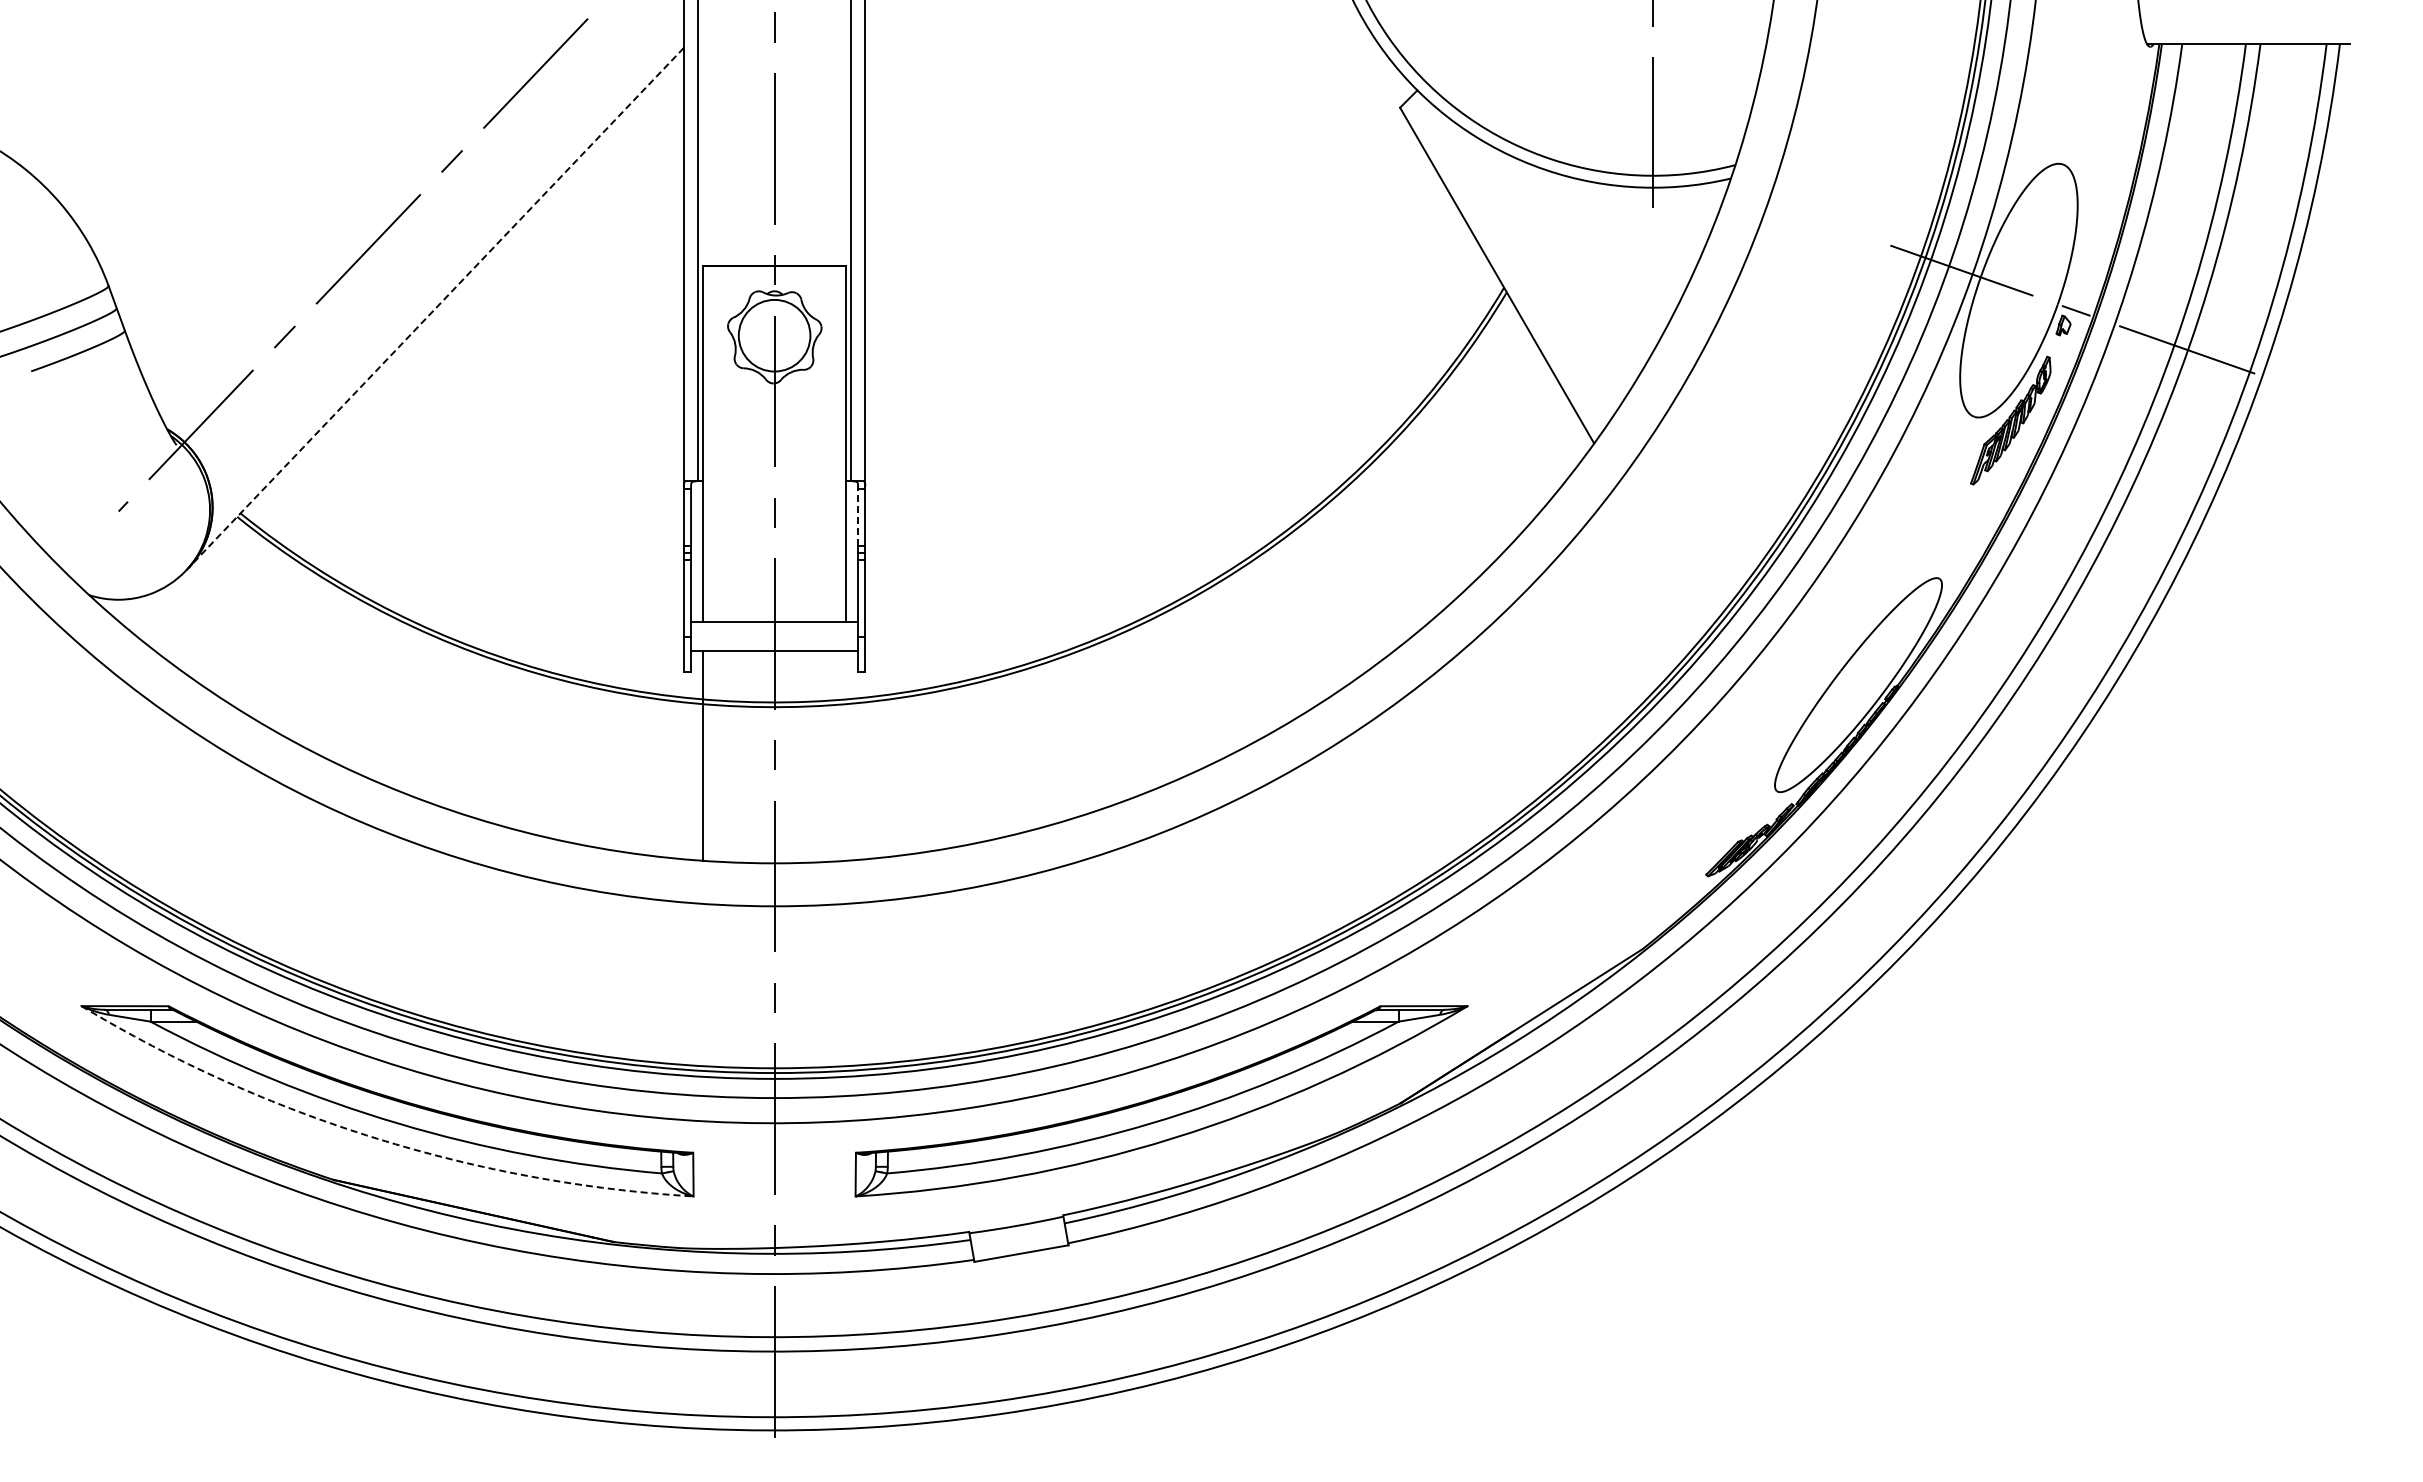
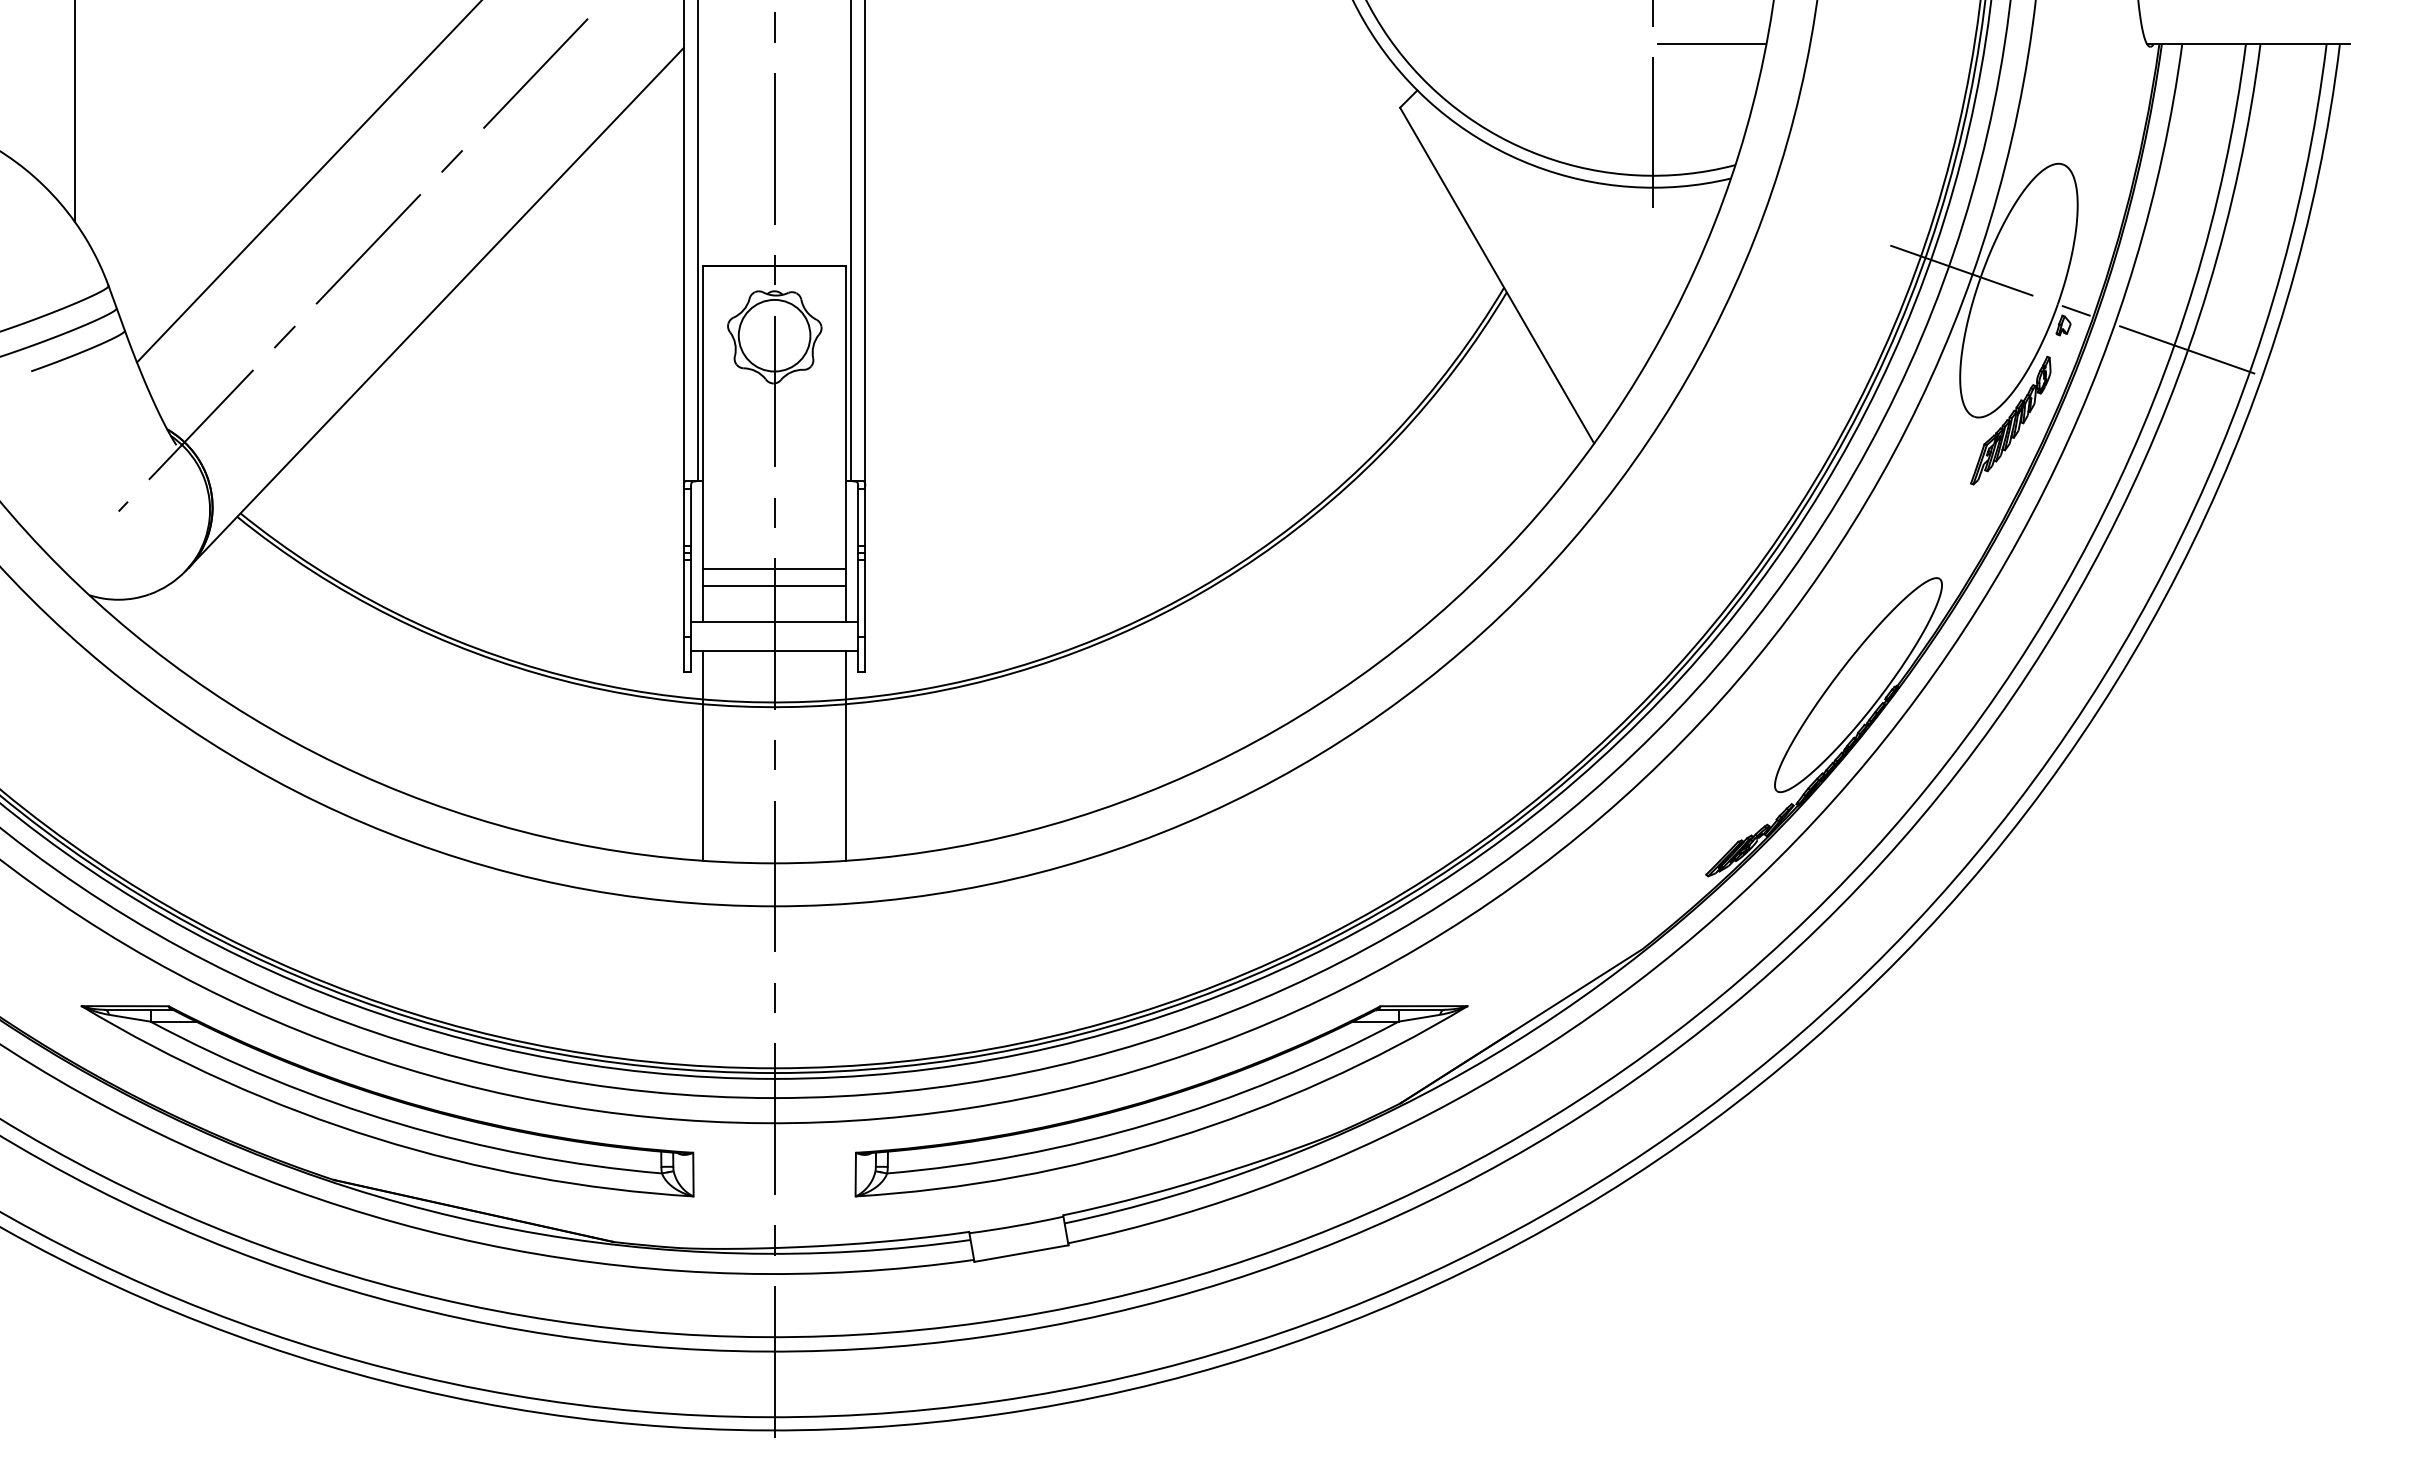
line at (1711, 44): none -> present
line at (75, 112): none -> present
line at (308, 182): none -> present
line at (435, 308): dashed -> solid
line at (858, 517): dashed -> solid
line at (774, 569): none -> present
line at (774, 585): none -> present
line at (846, 755): none -> present
arc at (376, 1138): dashed -> solid
